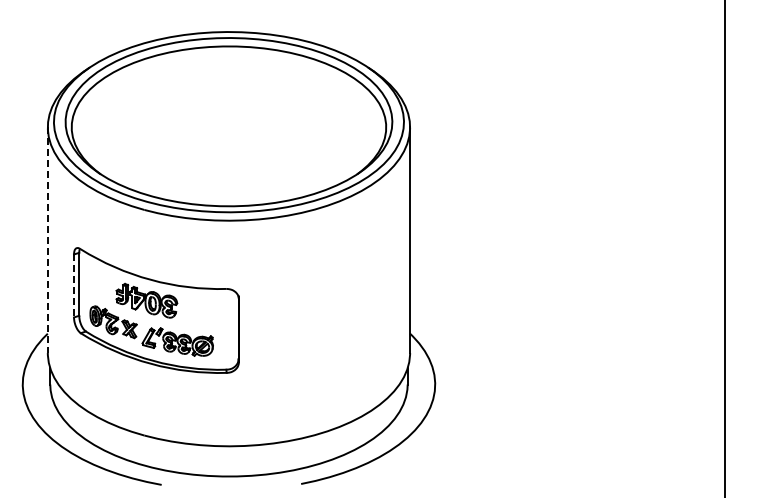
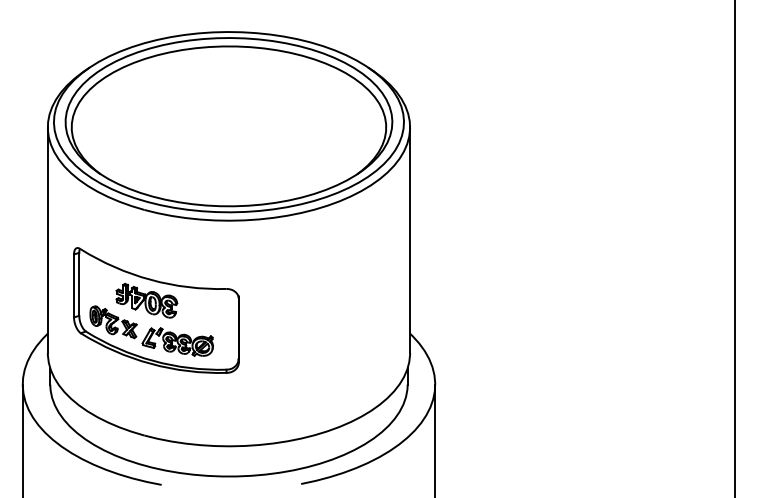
line at (47, 240): dashed -> solid
line at (725, 248) position: (725, 248) -> (735, 248)
line at (74, 286): dashed -> solid
line at (22, 439): none -> present
line at (435, 439): none -> present
